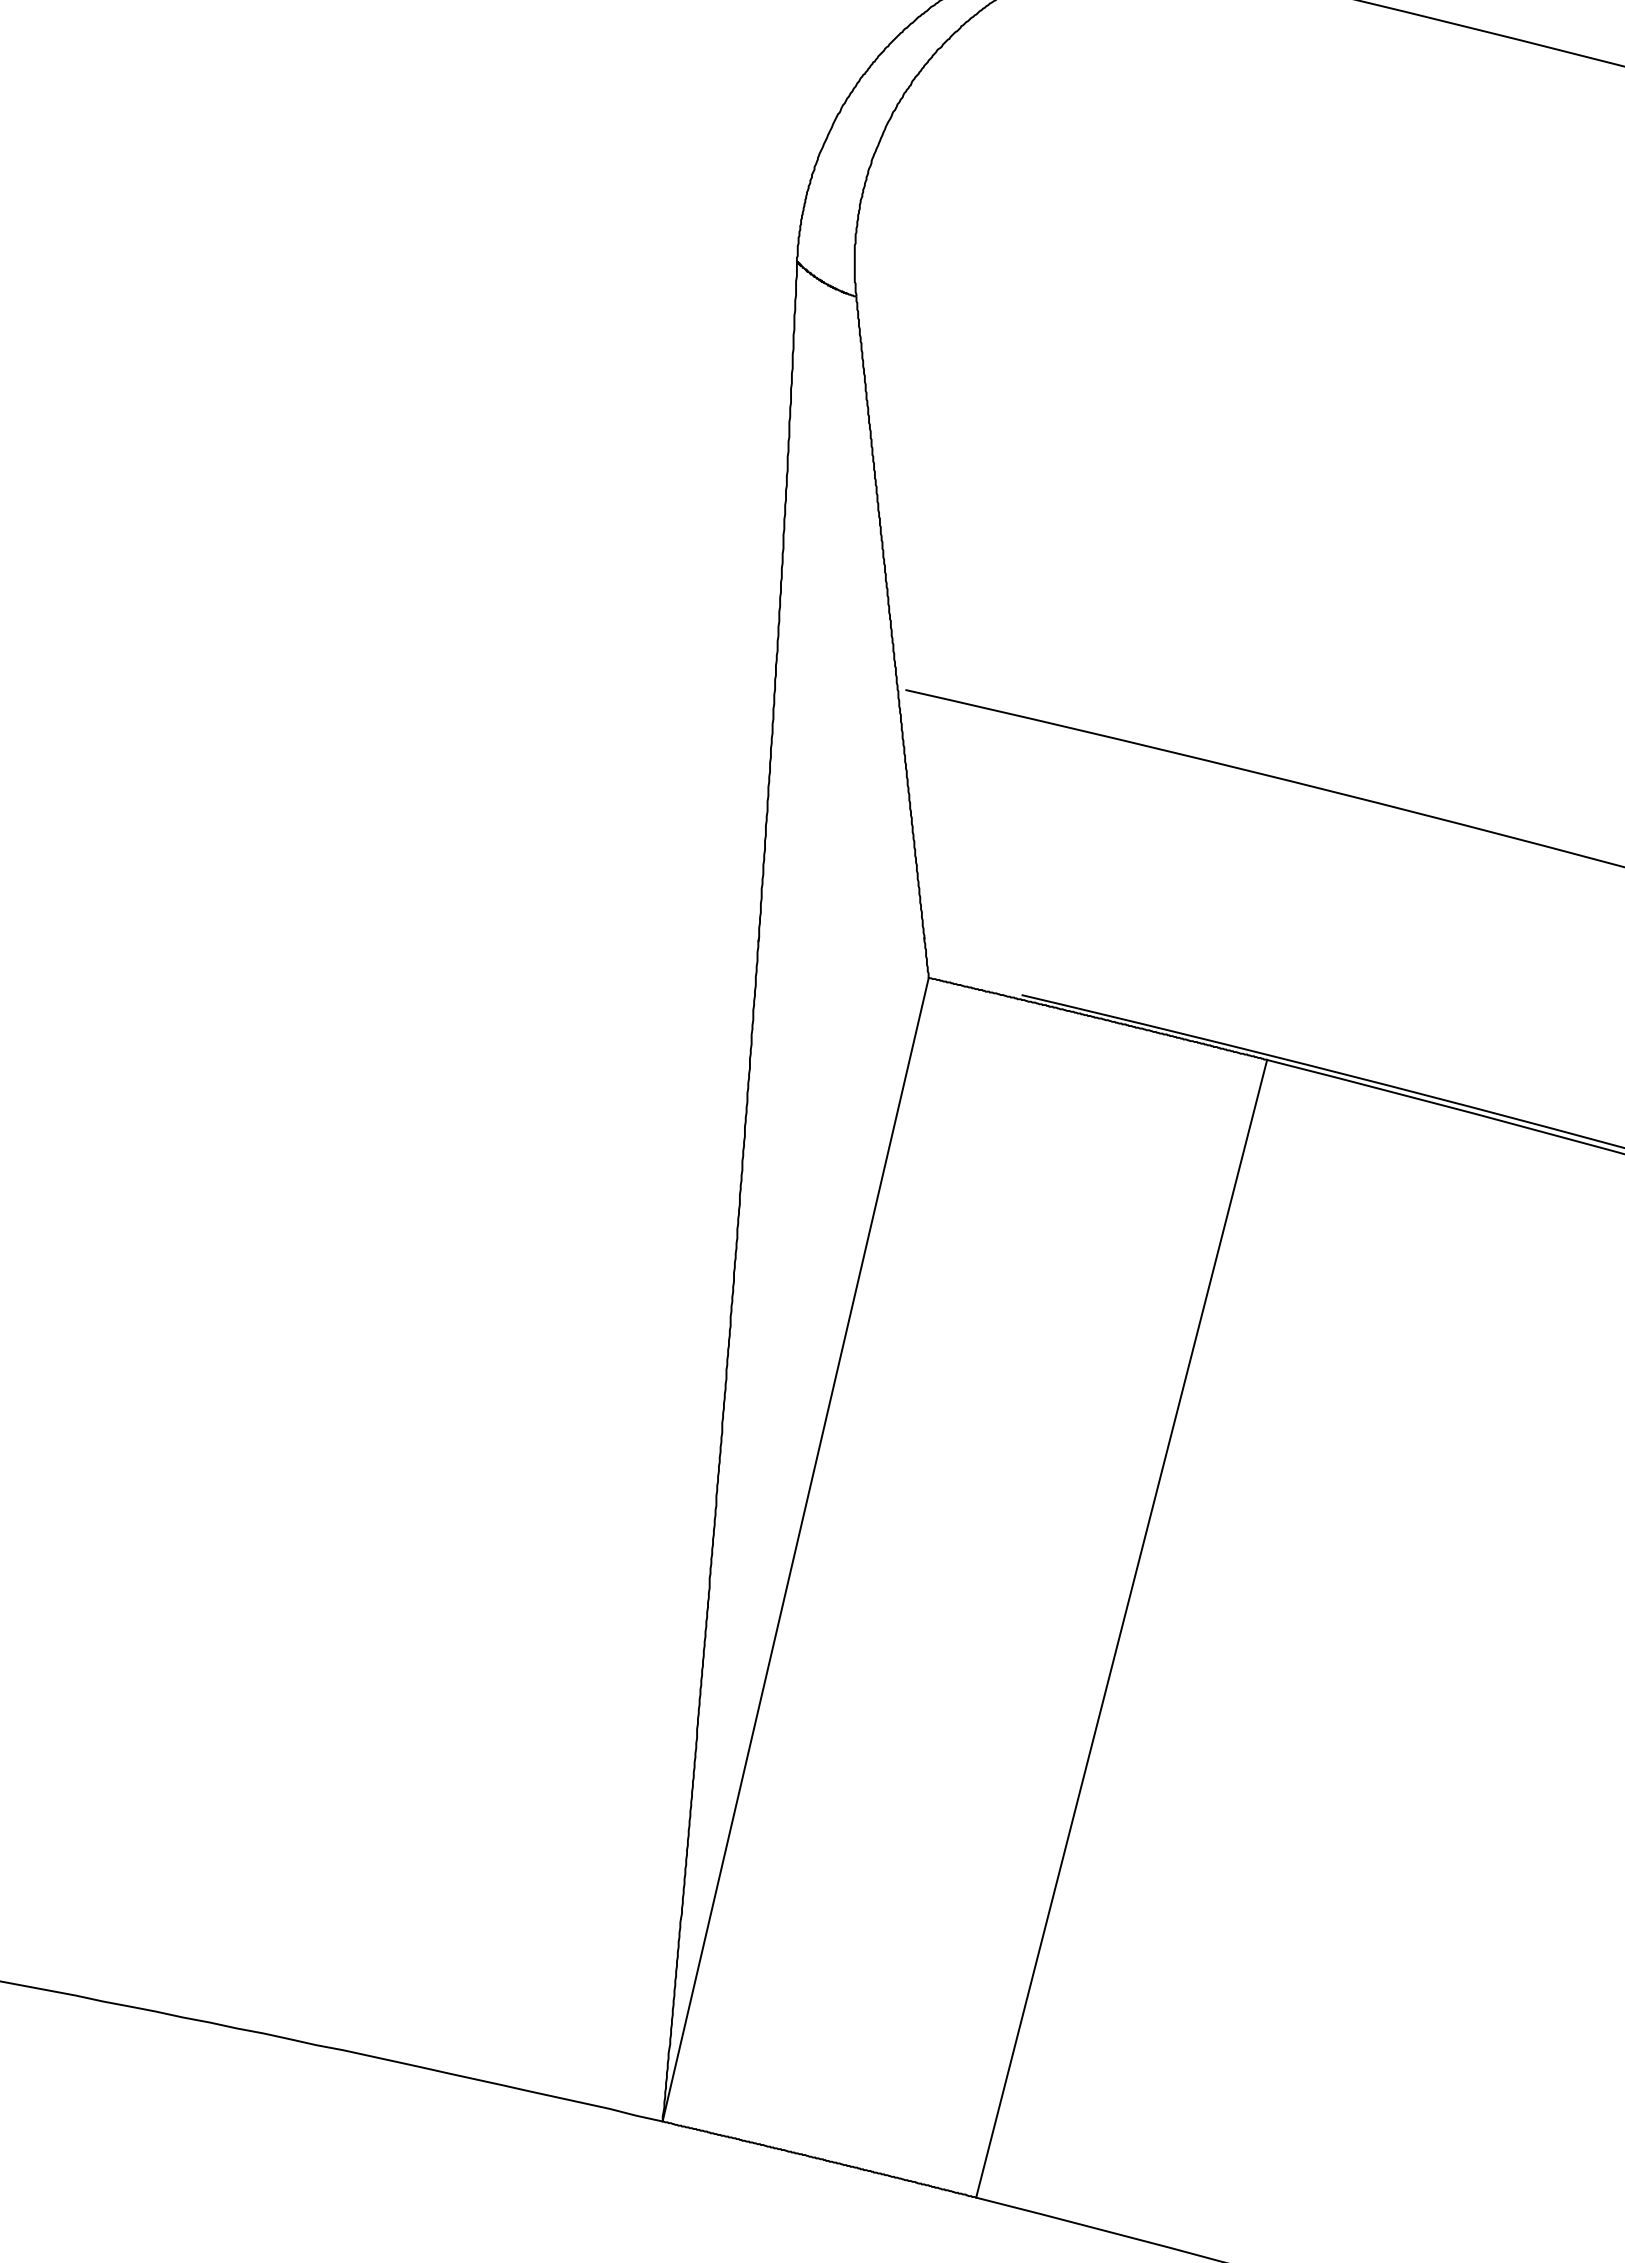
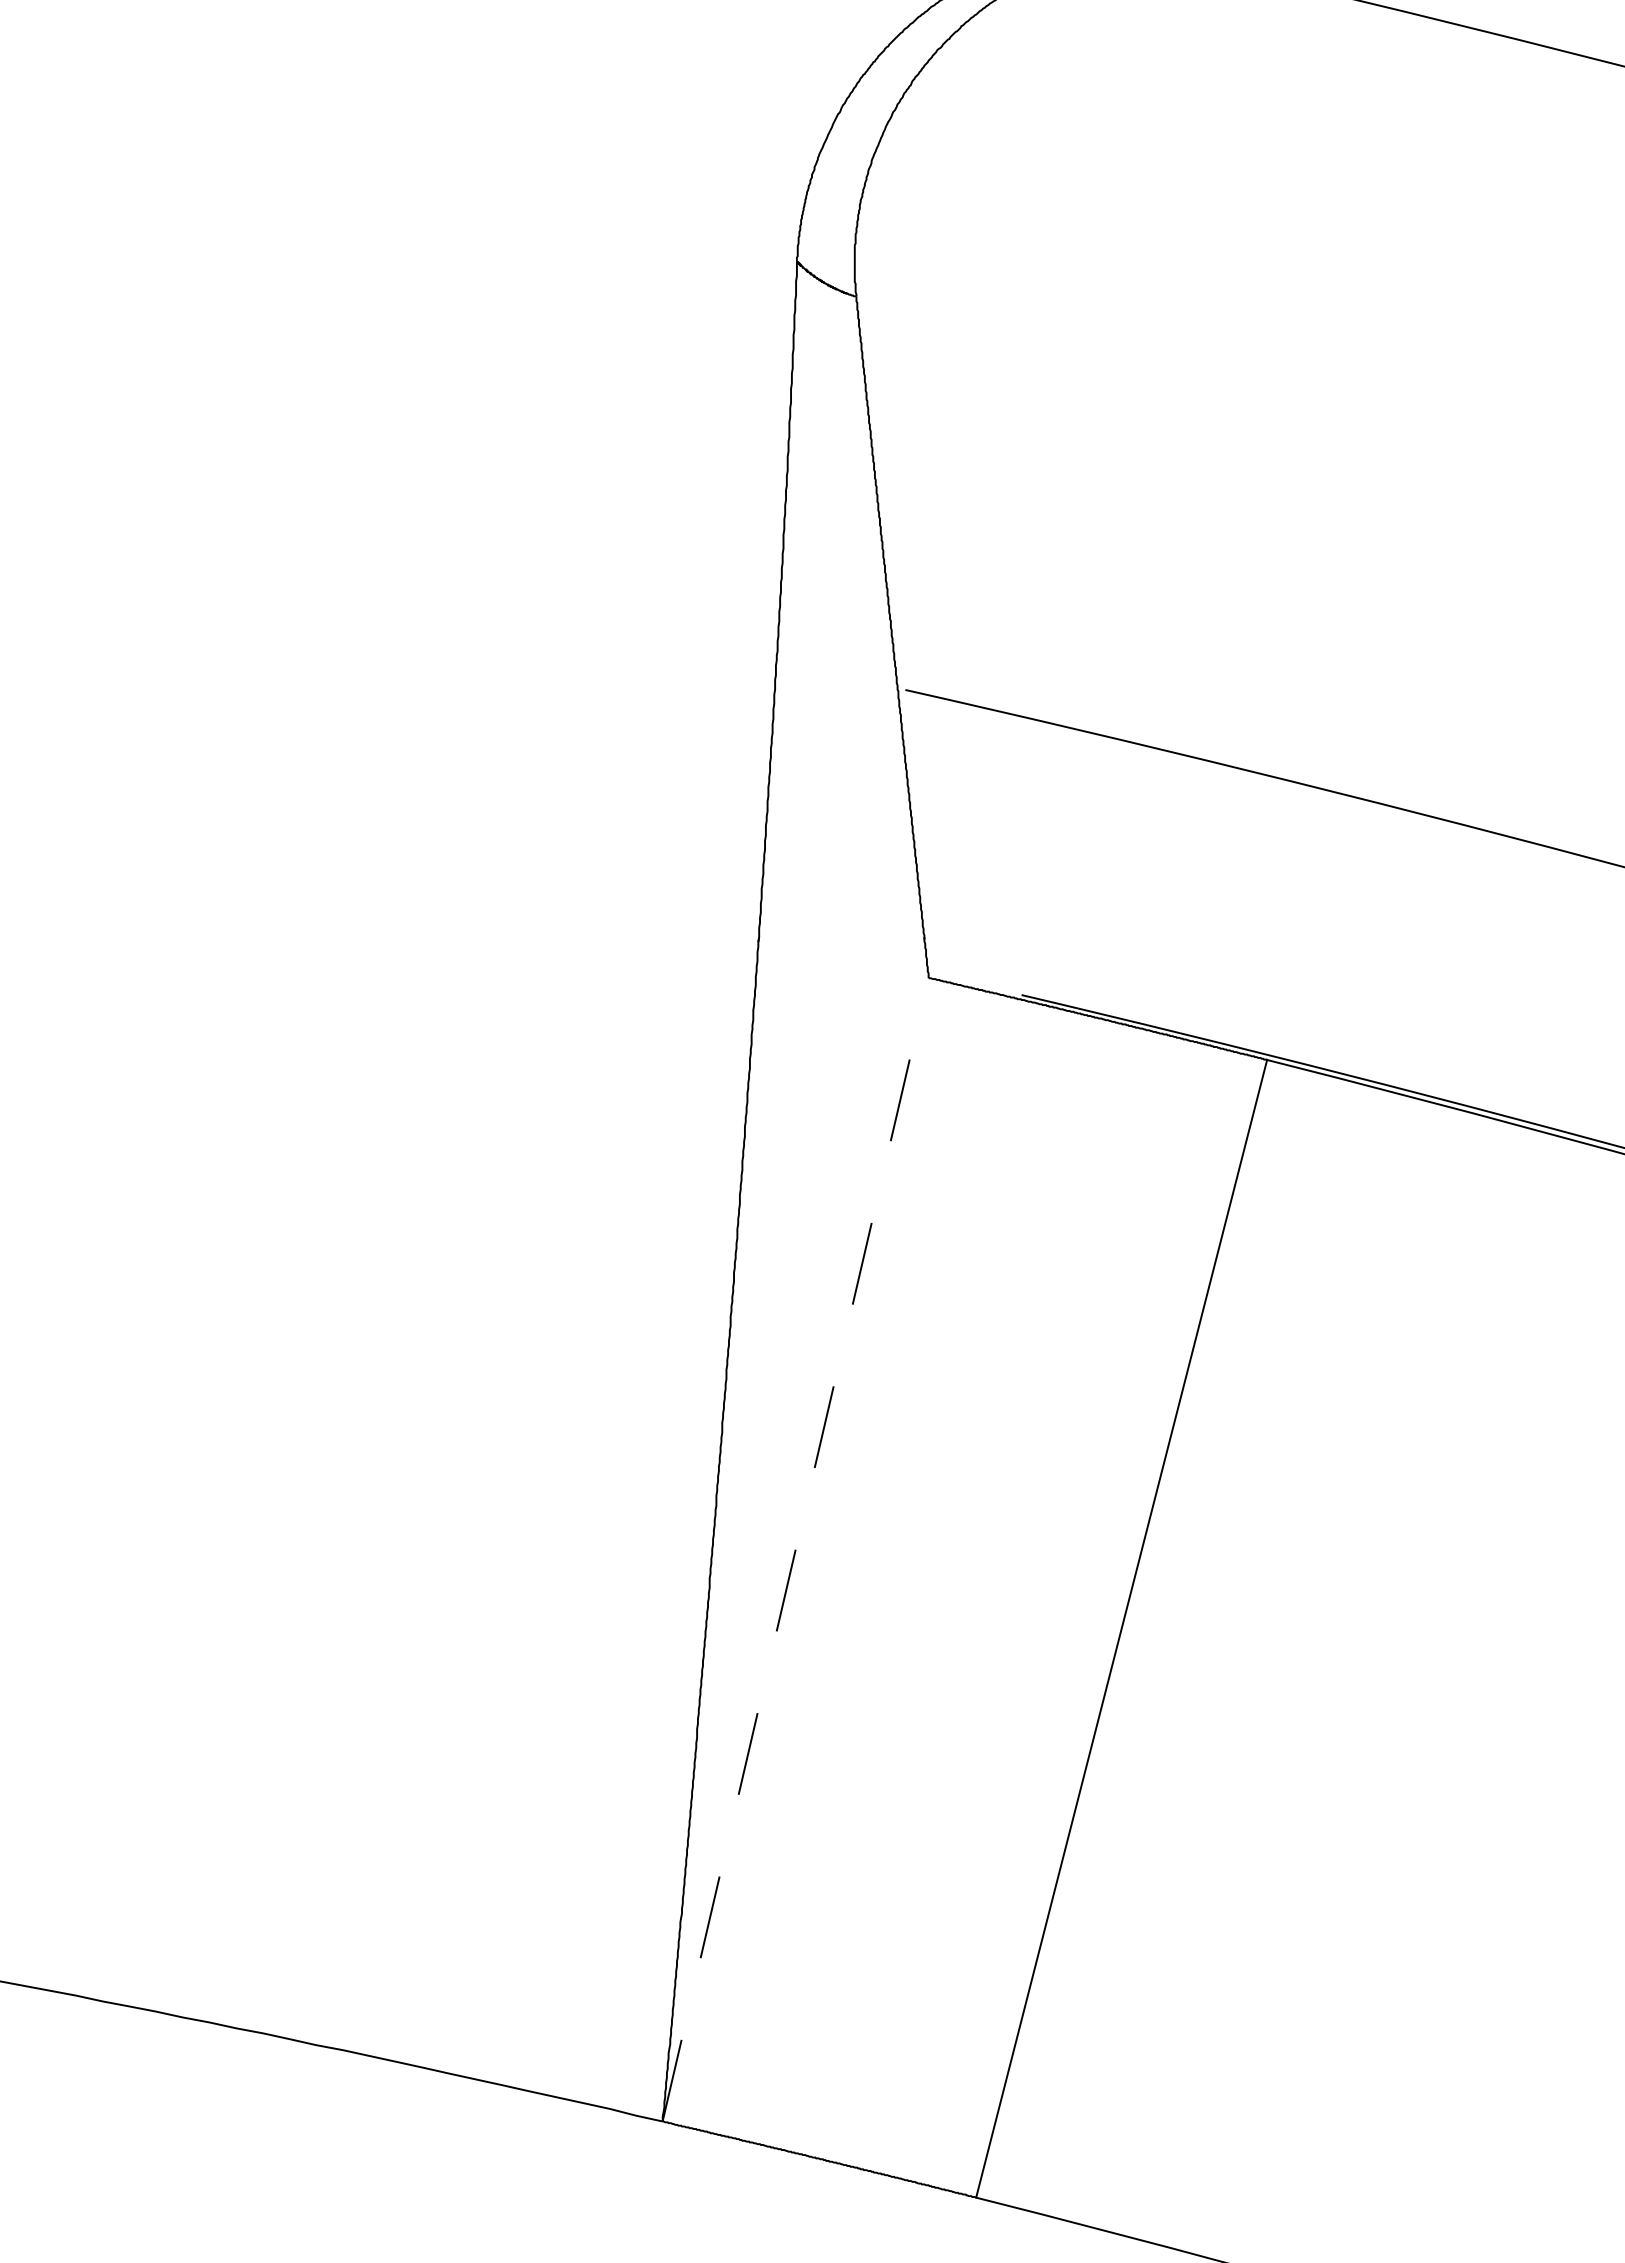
line at (795, 1549): solid -> dashed
